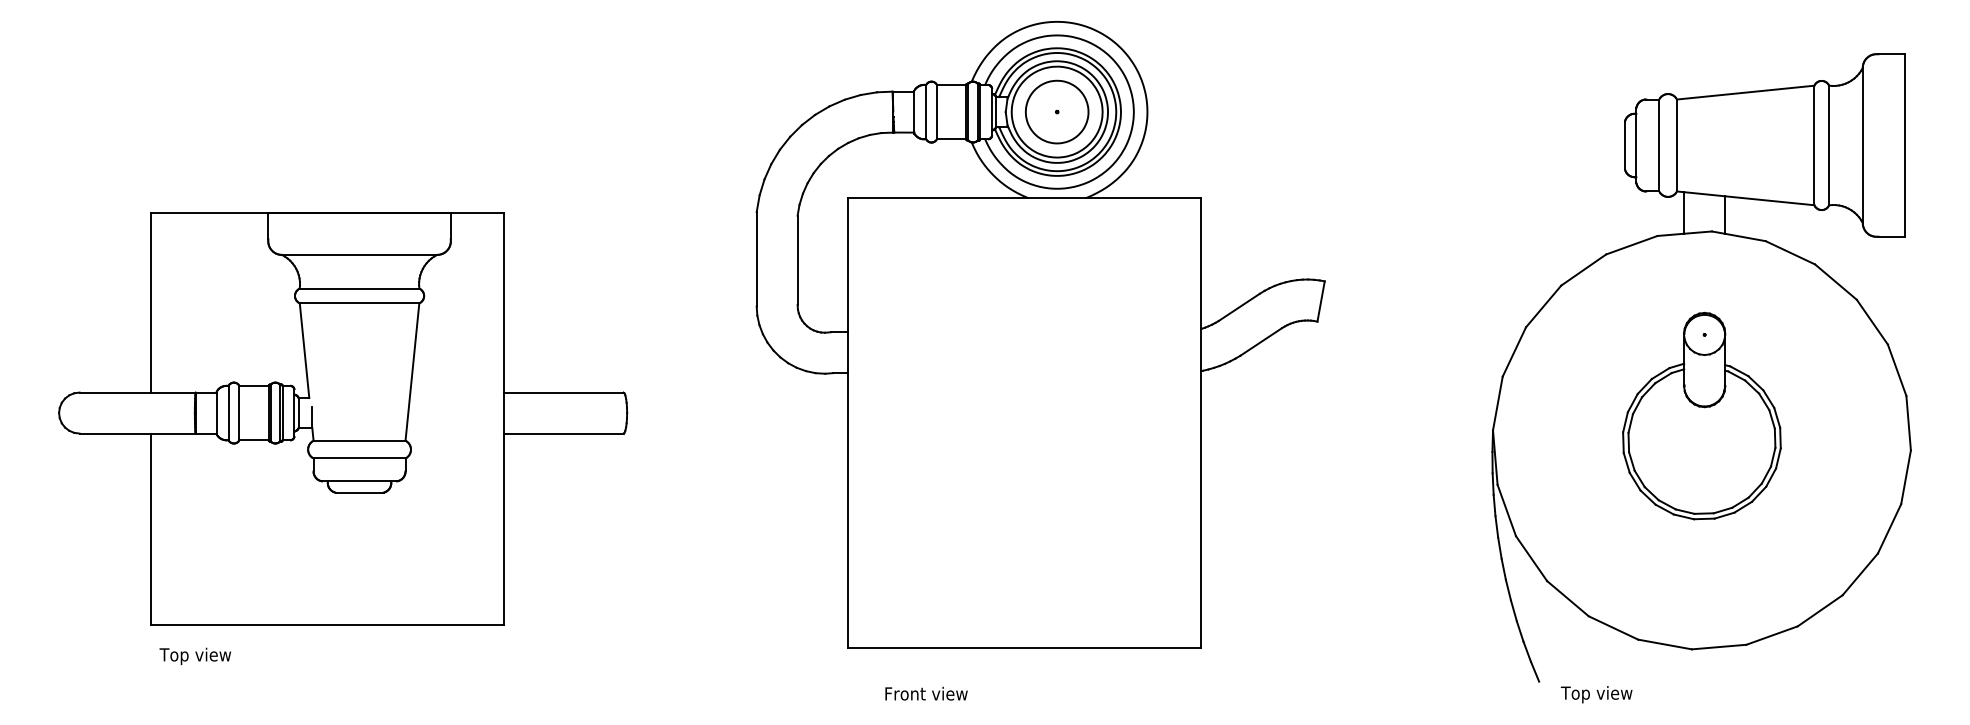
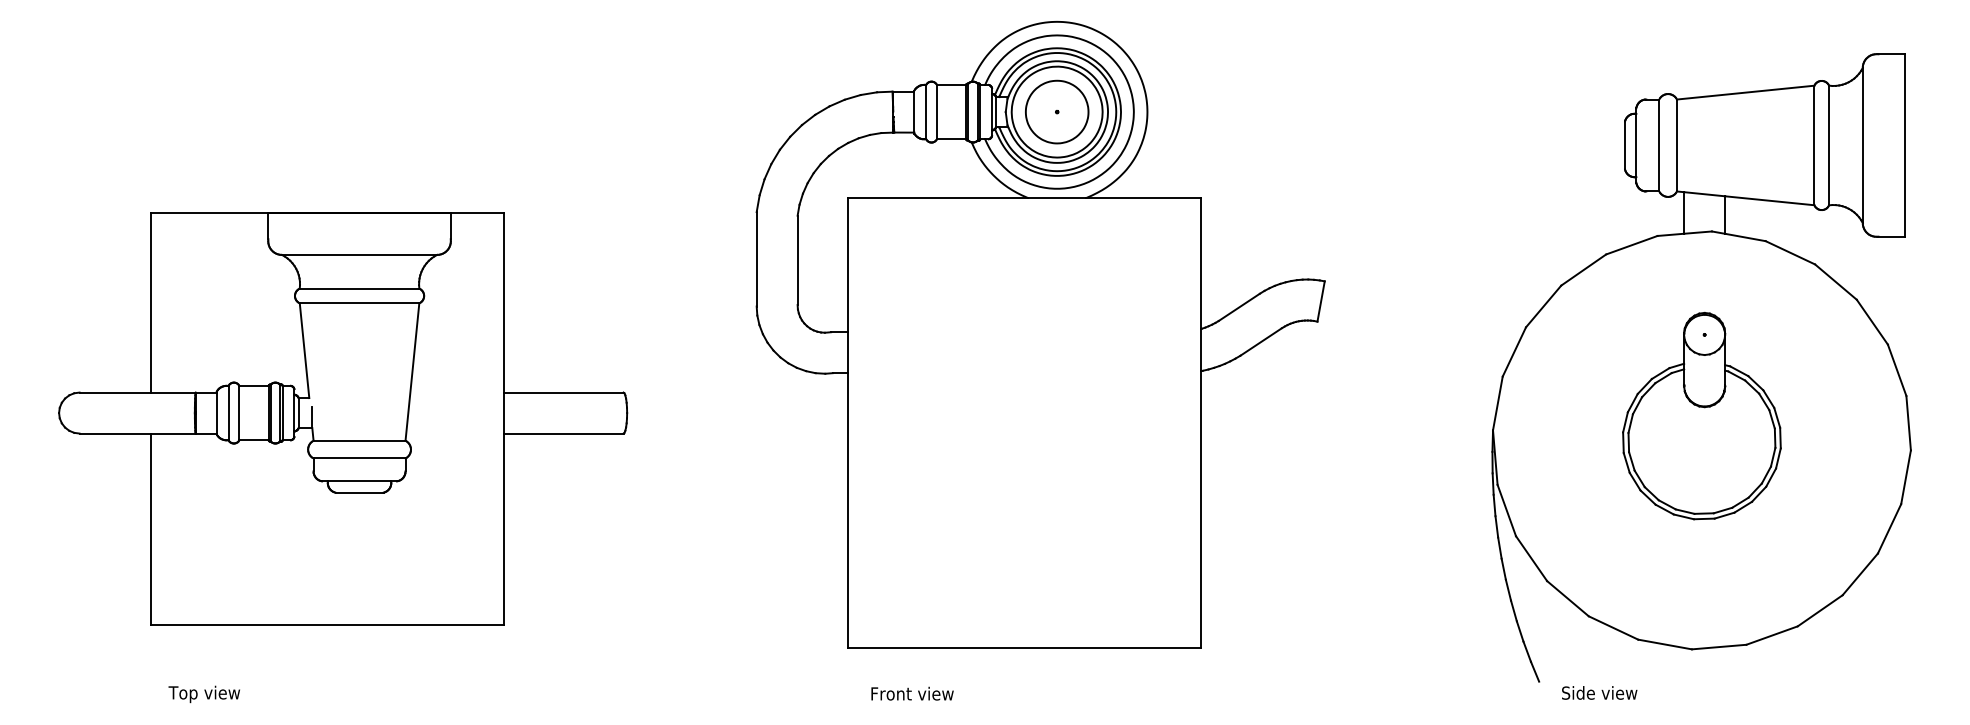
text at (194, 656) position: (194, 656) -> (203, 694)
text at (926, 693) position: (926, 693) -> (912, 693)
text at (1598, 694): Top view -> Side view
